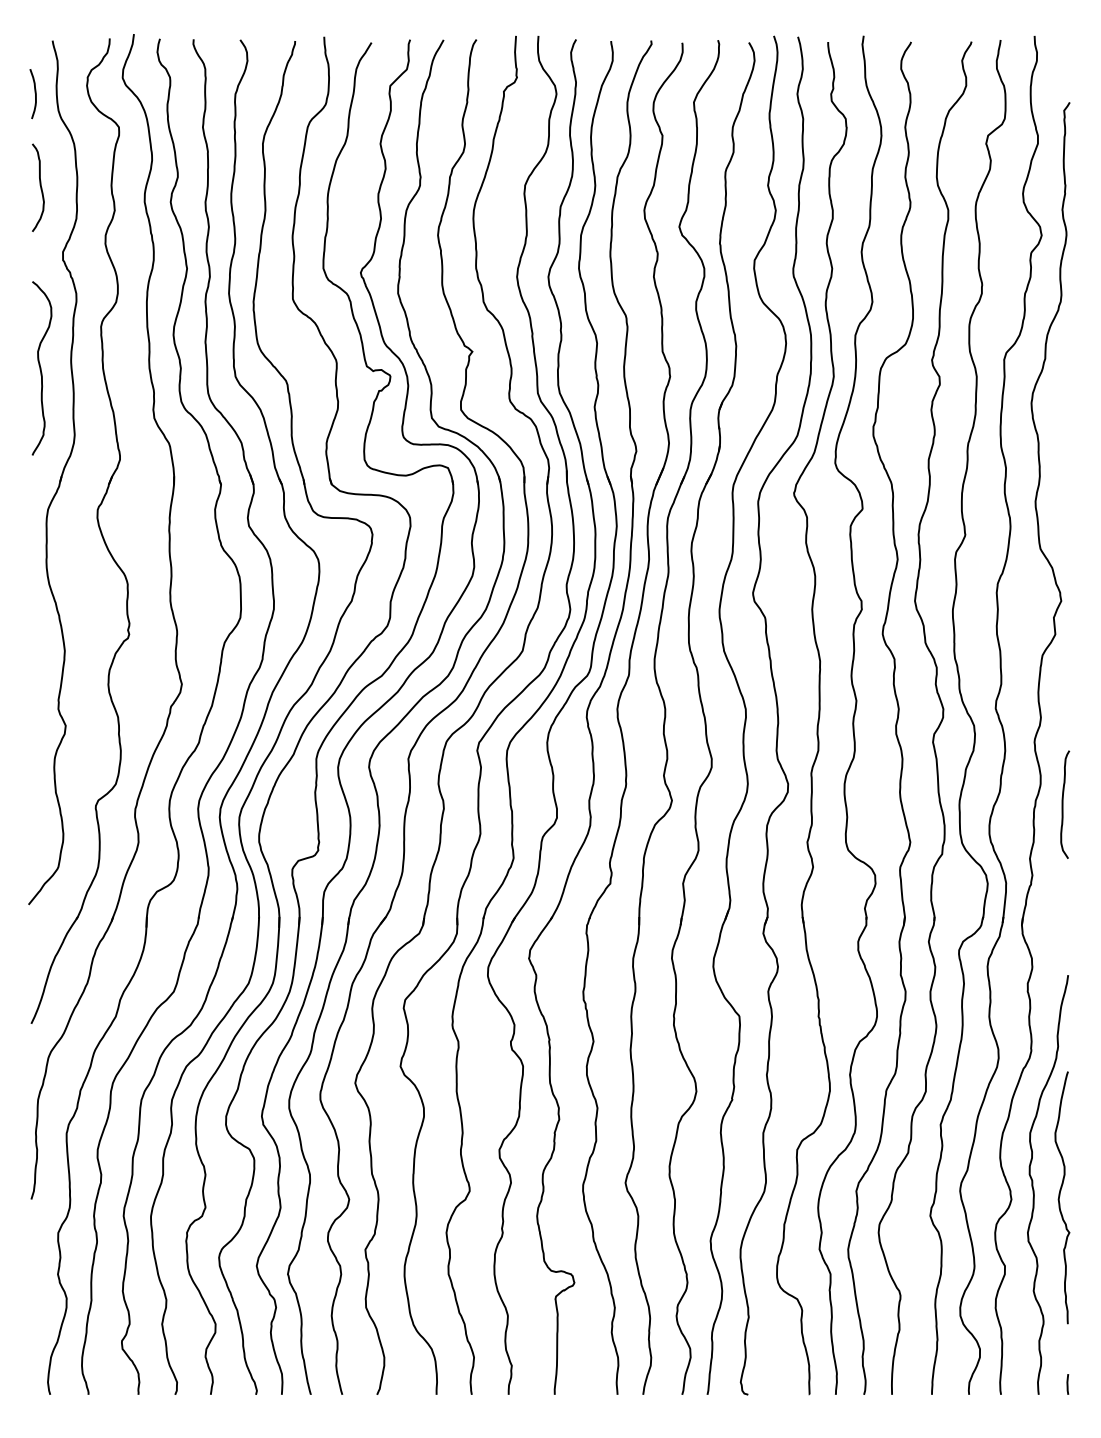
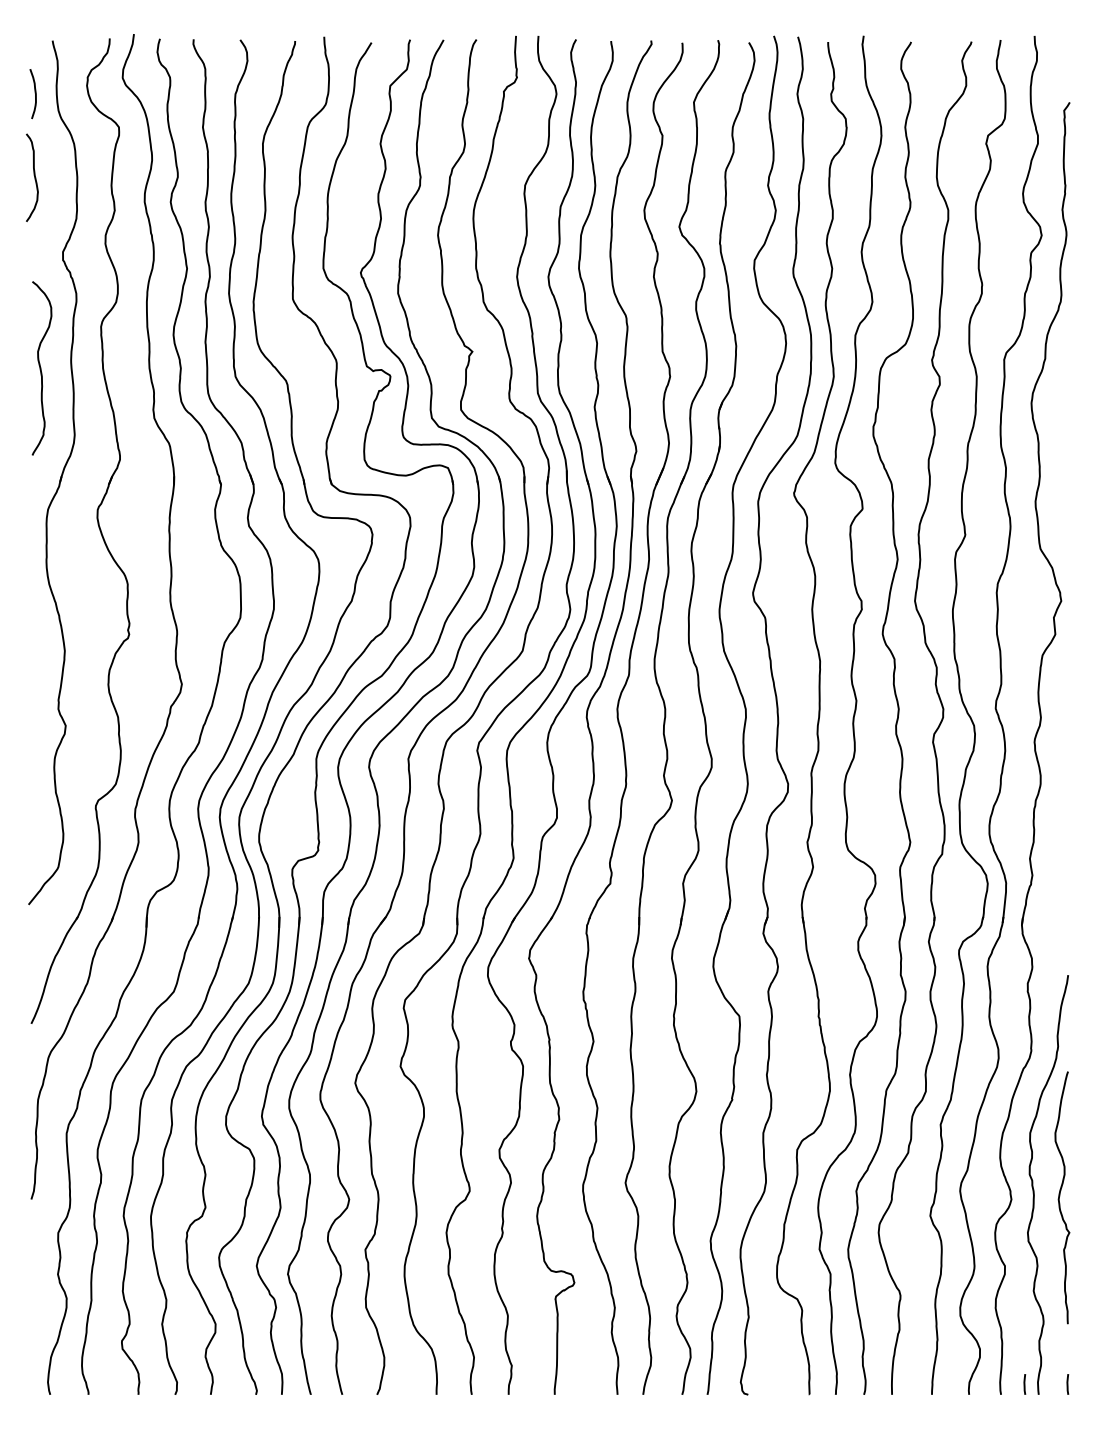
curve at (40, 187) position: (40, 187) -> (34, 177)
curve at (1063, 804): present -> none
line at (1024, 1384): none -> present
